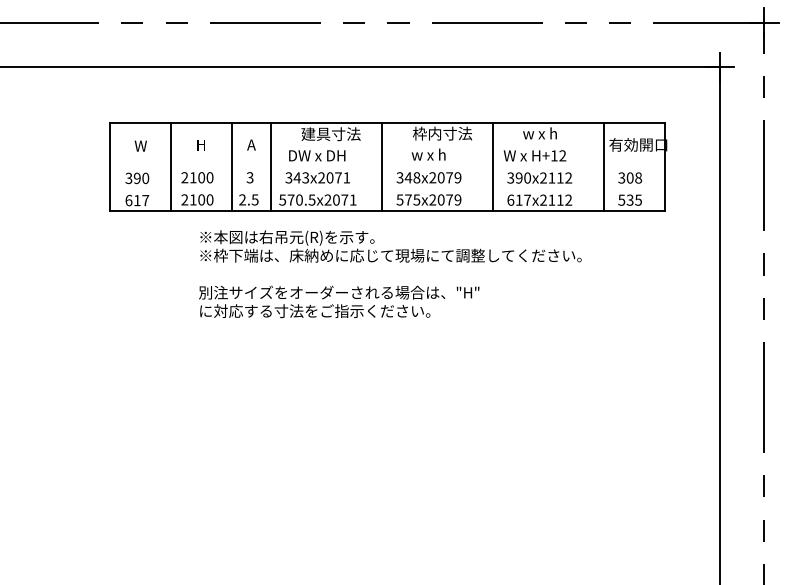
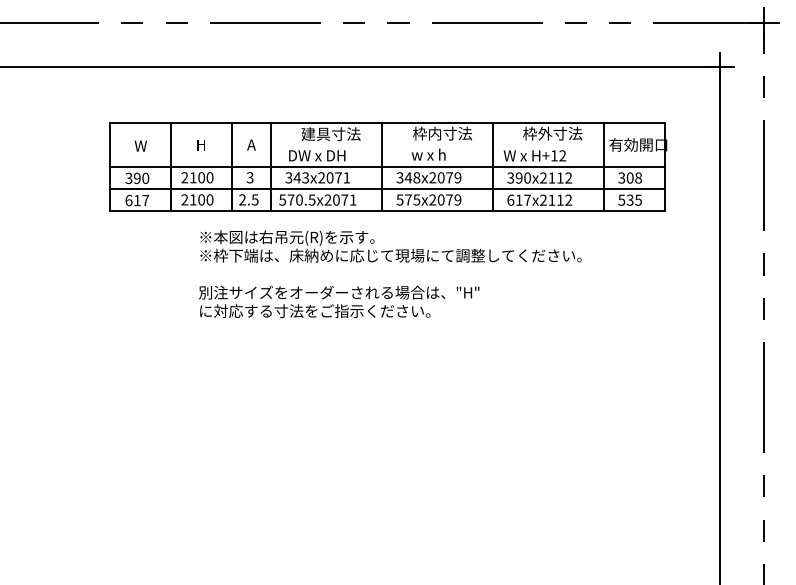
text at (552, 133): w x h -> 枠外寸法
line at (387, 166): none -> present
line at (387, 189): none -> present
